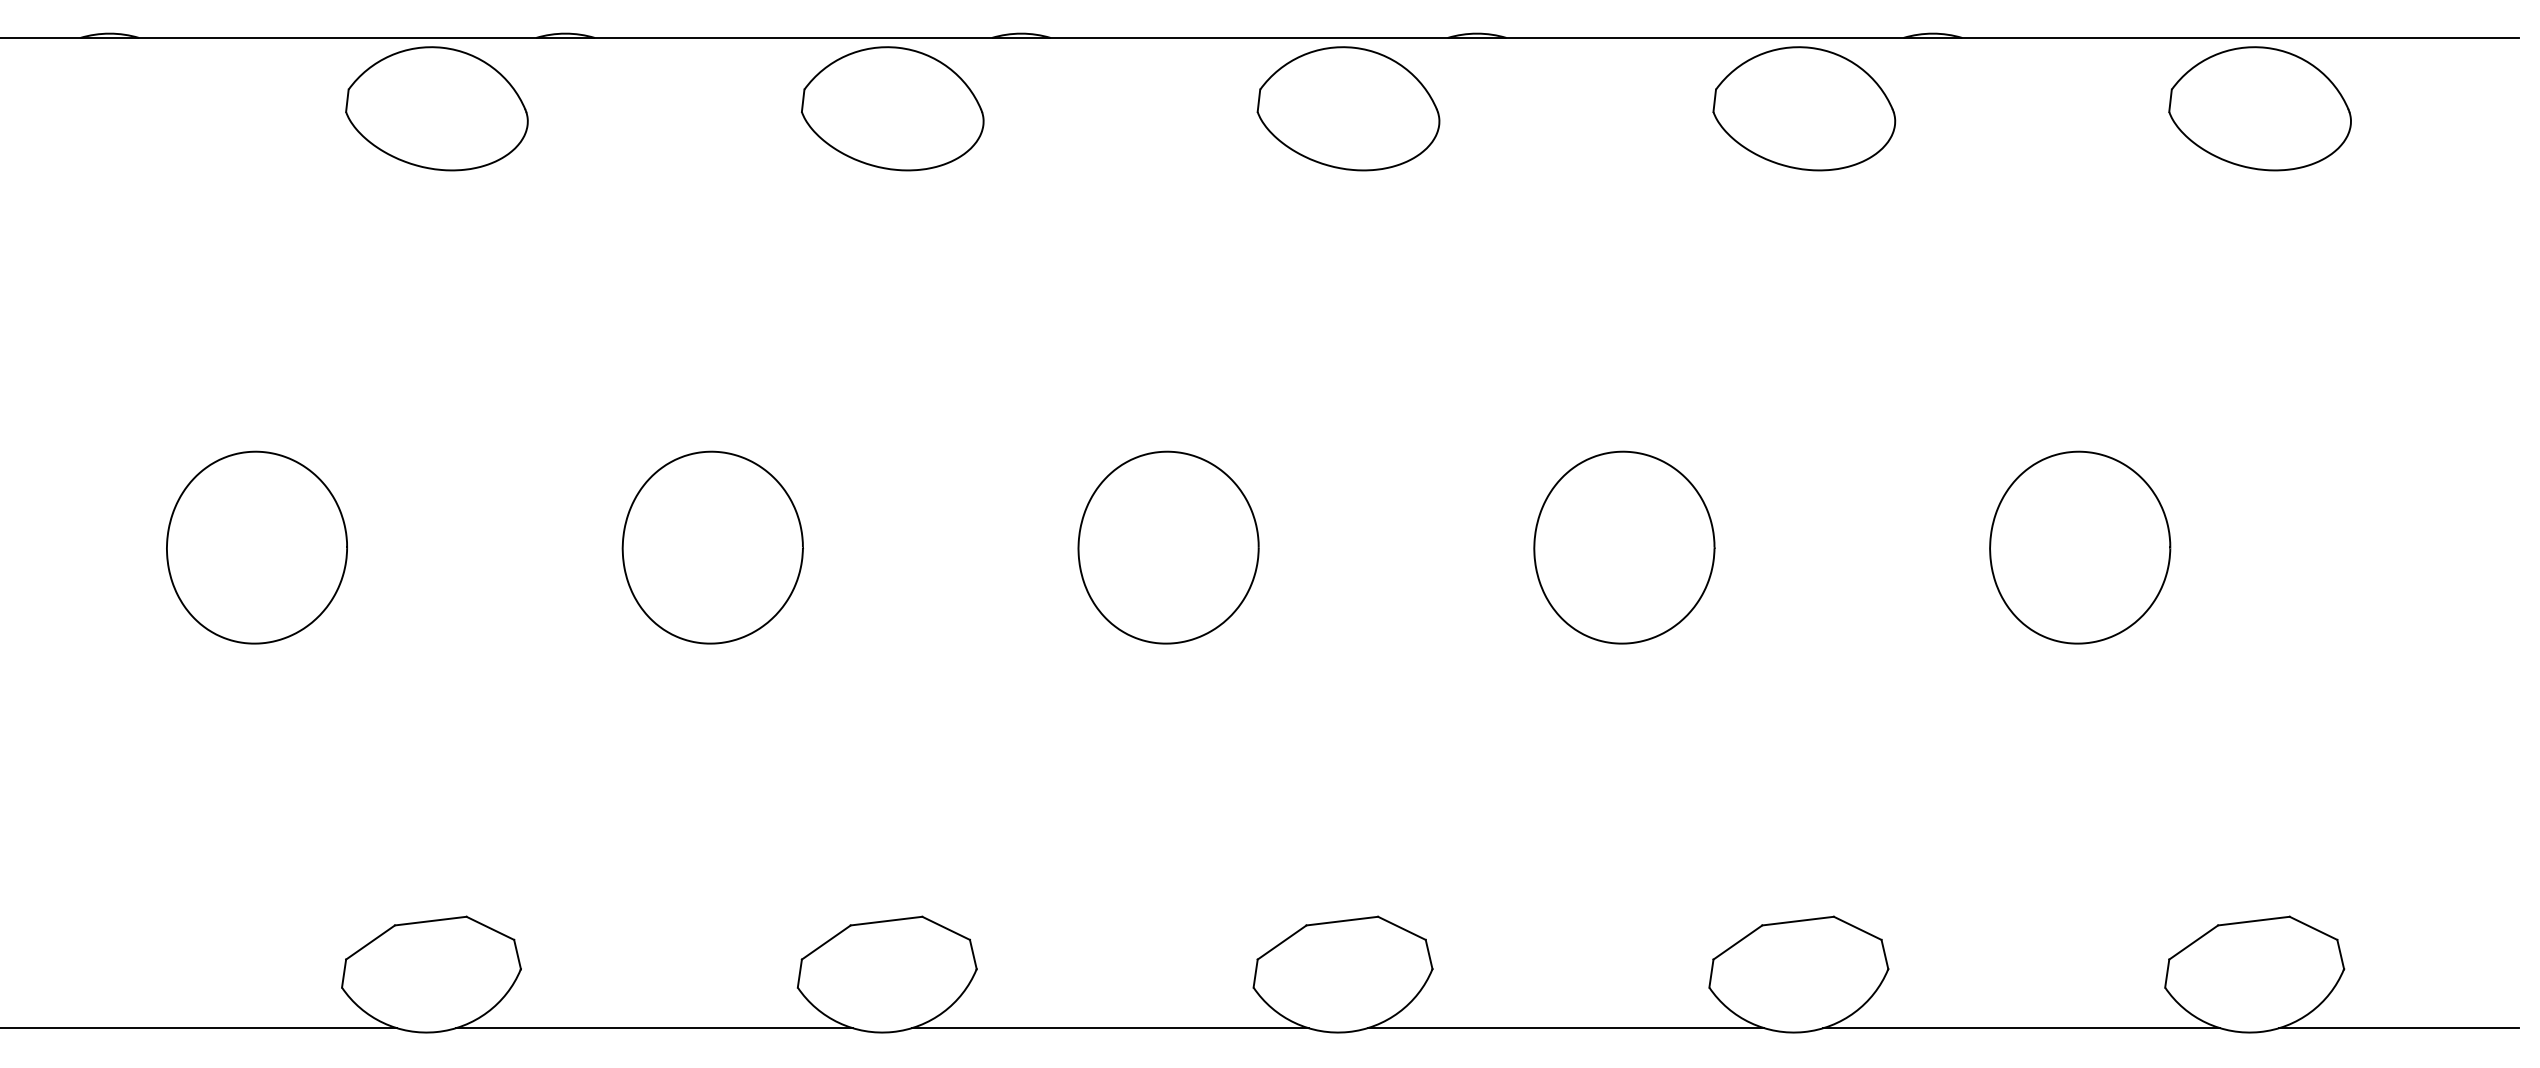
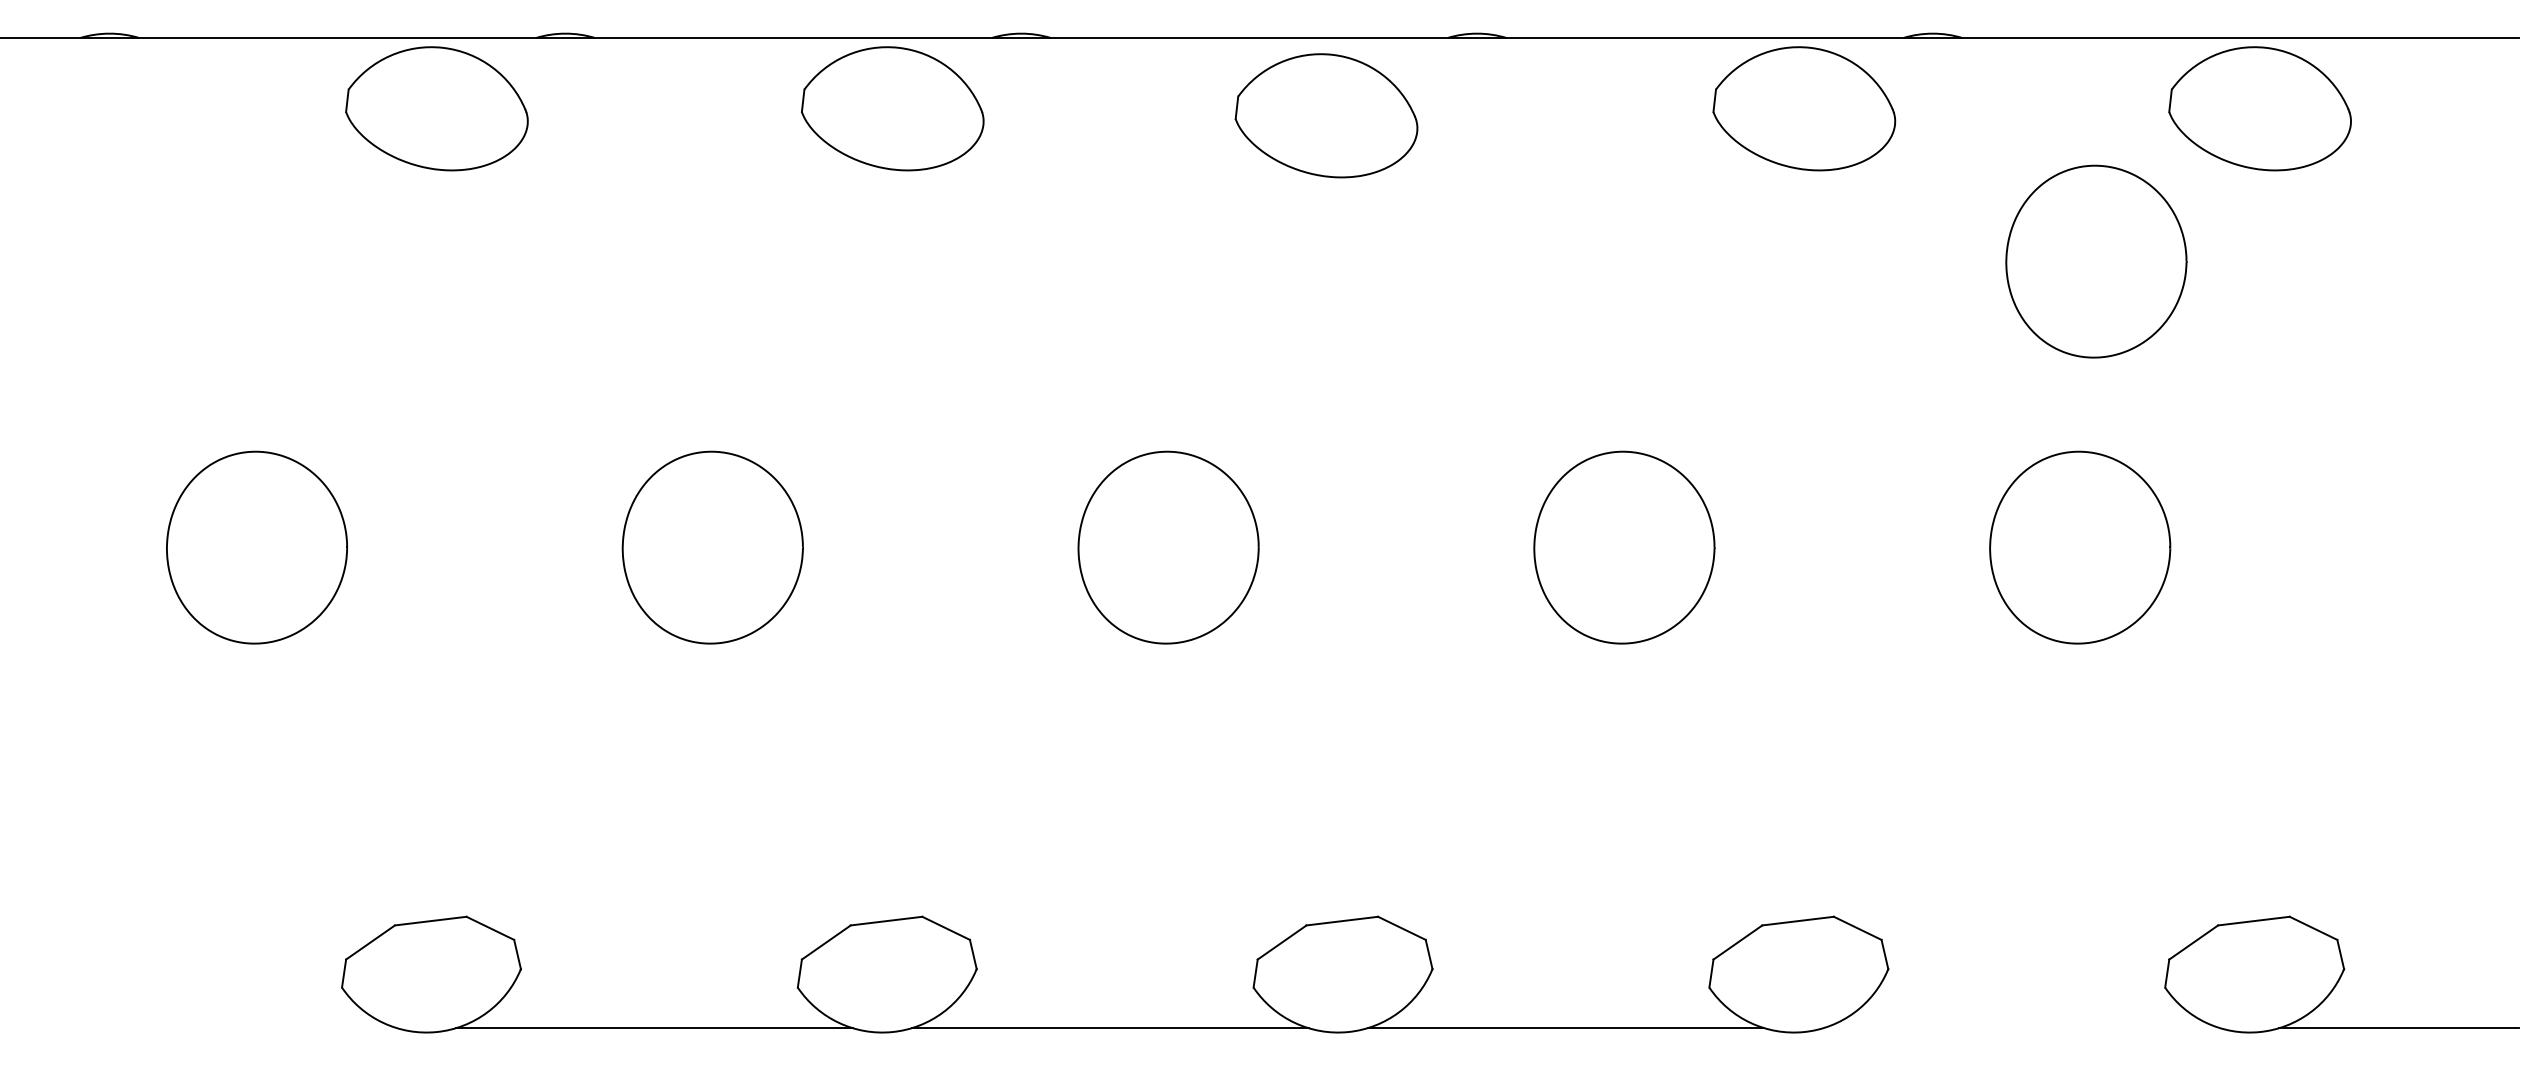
part at (1348, 108) position: (1348, 108) -> (1326, 115)
part at (2096, 261): none -> present
line at (199, 1028): present -> none
line at (2021, 1028): present -> none
